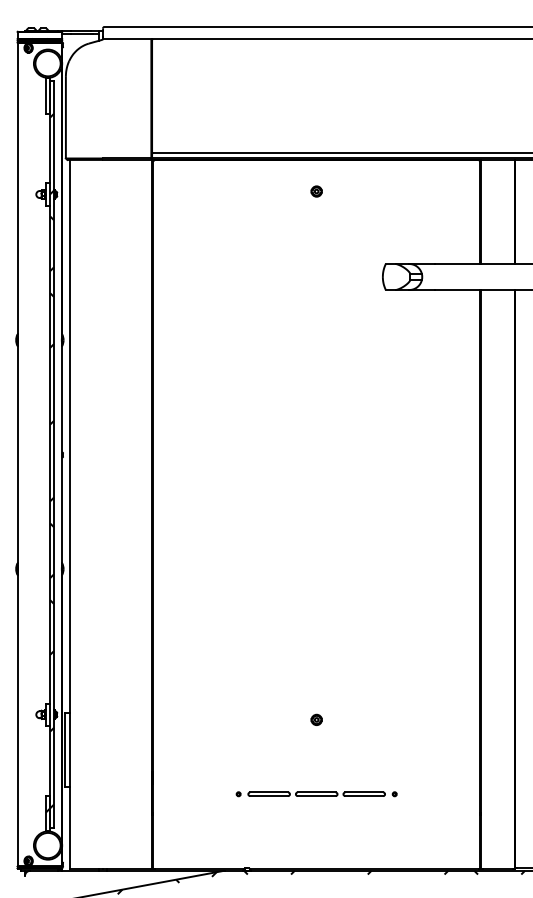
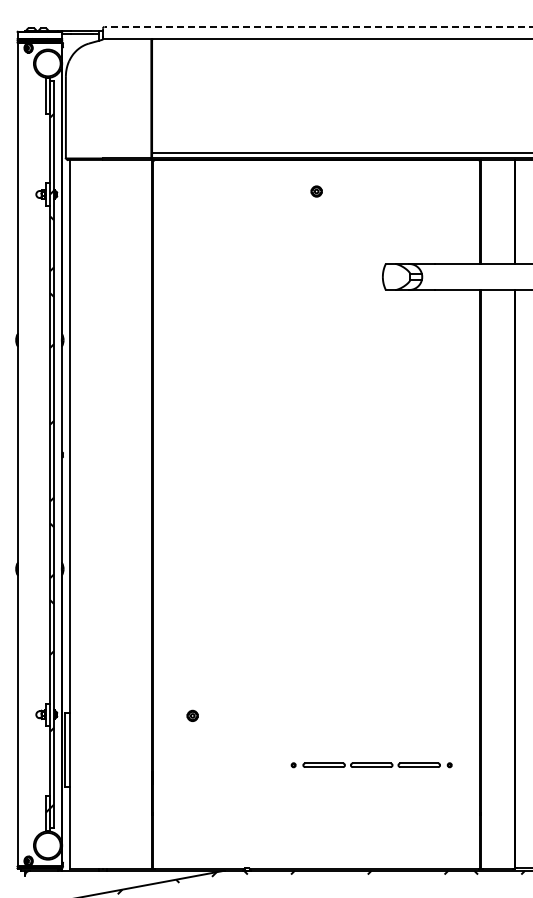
line at (318, 26): solid -> dashed
part at (316, 719) position: (316, 719) -> (192, 715)
part at (316, 794) position: (316, 794) -> (371, 765)
